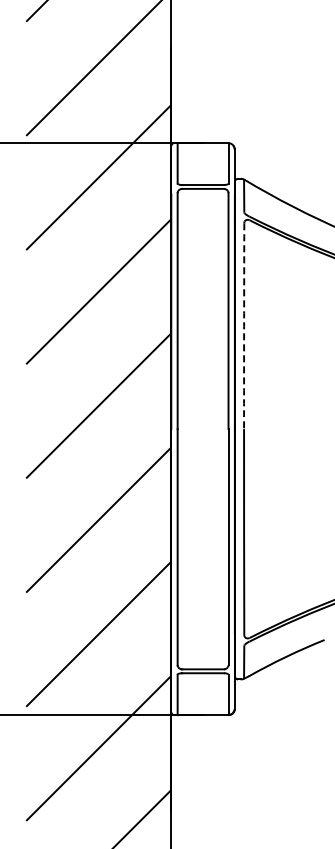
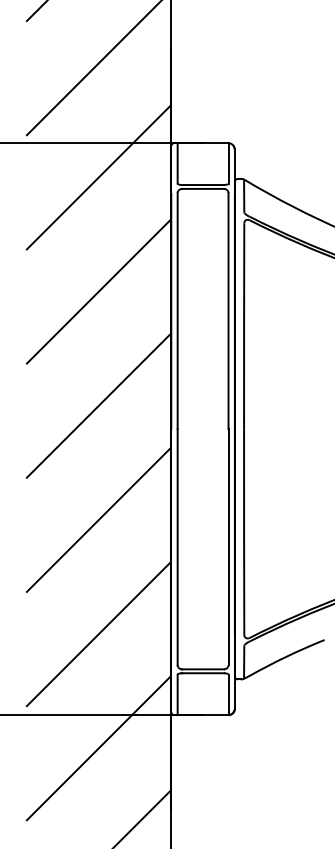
arc at (244, 326): dashed -> solid
